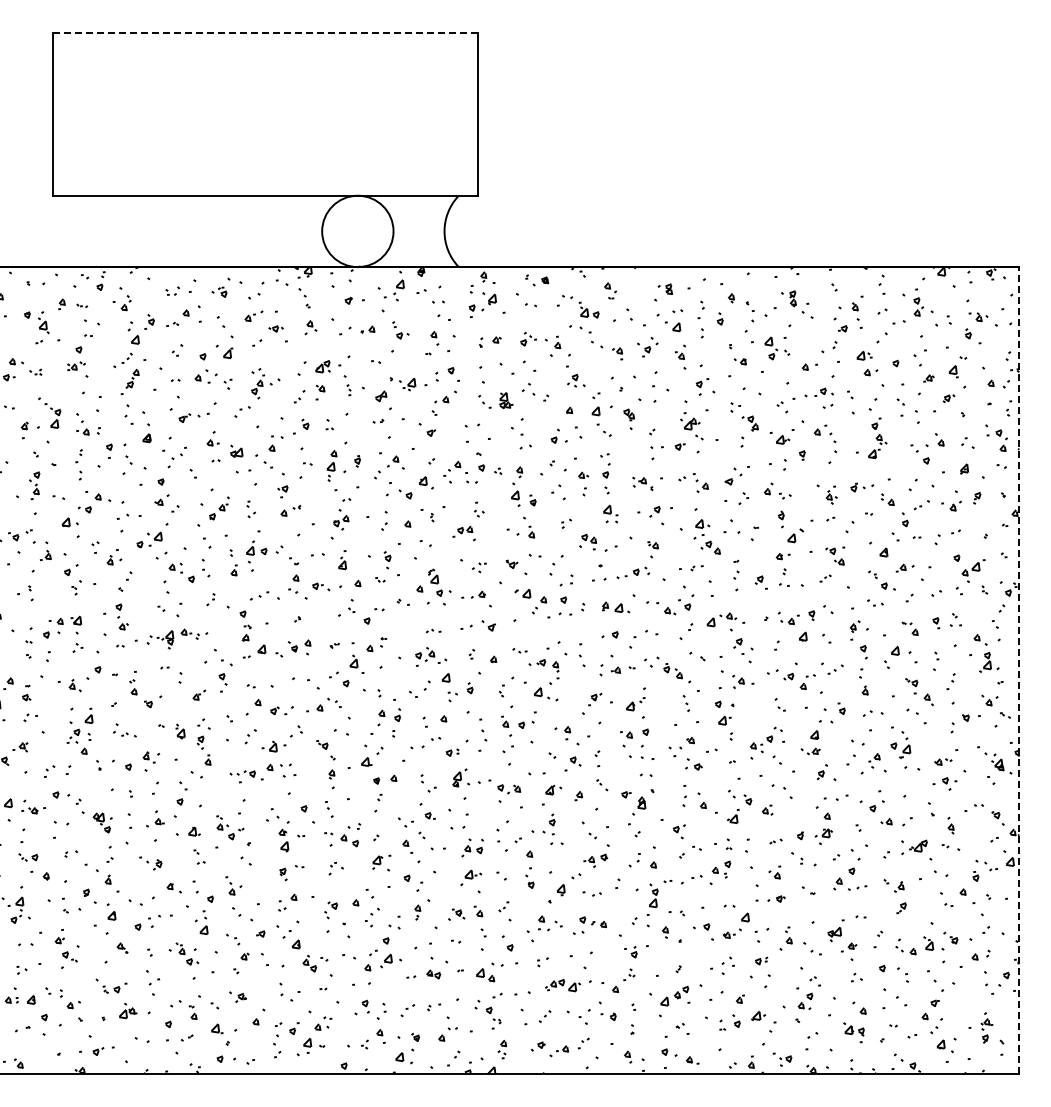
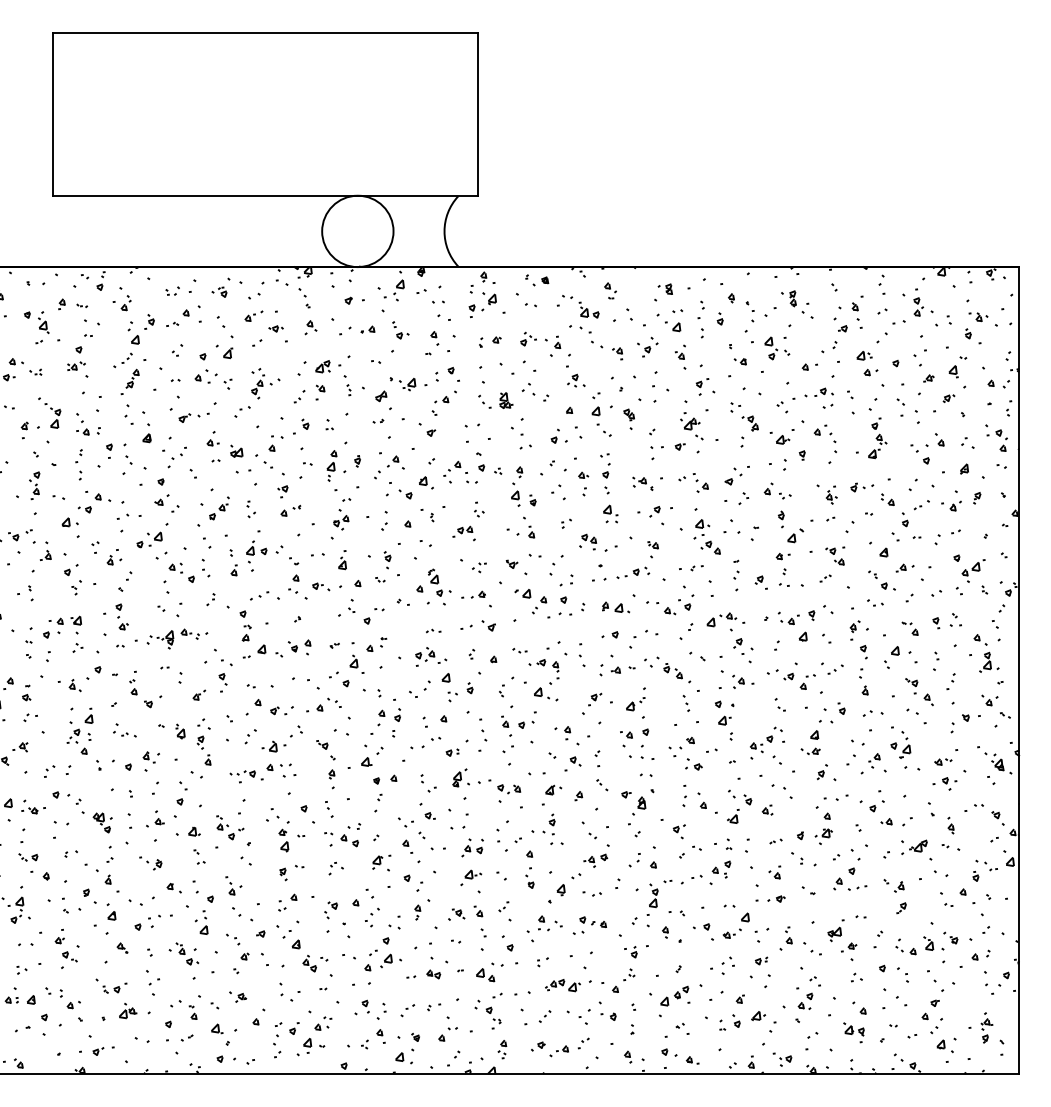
line at (264, 33): dashed -> solid
line at (1019, 670): dashed -> solid
